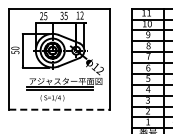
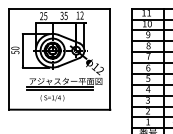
line at (59, 109): dashed -> solid
